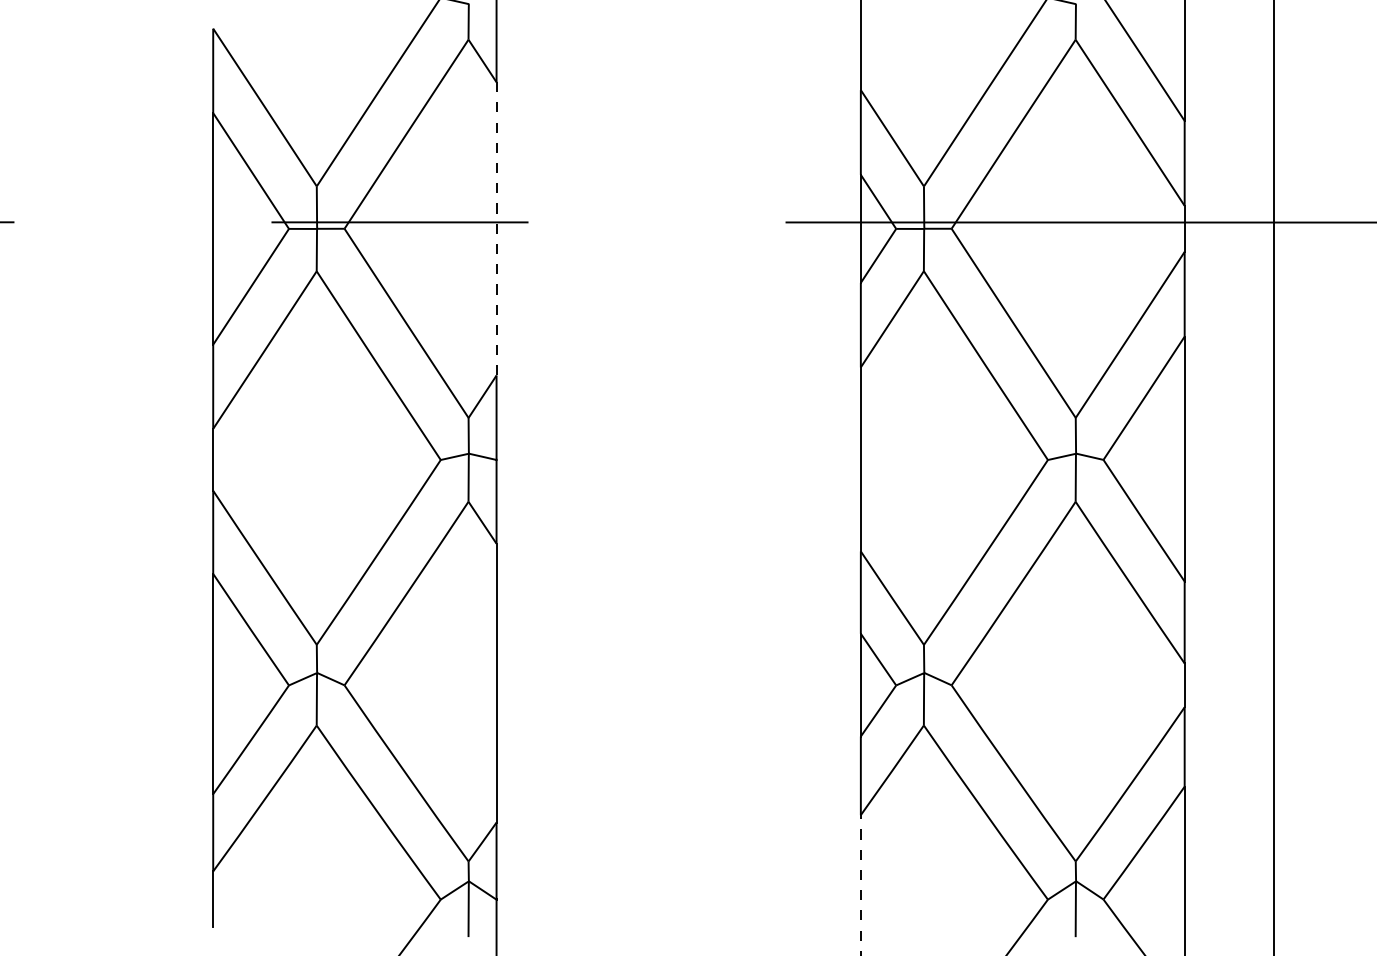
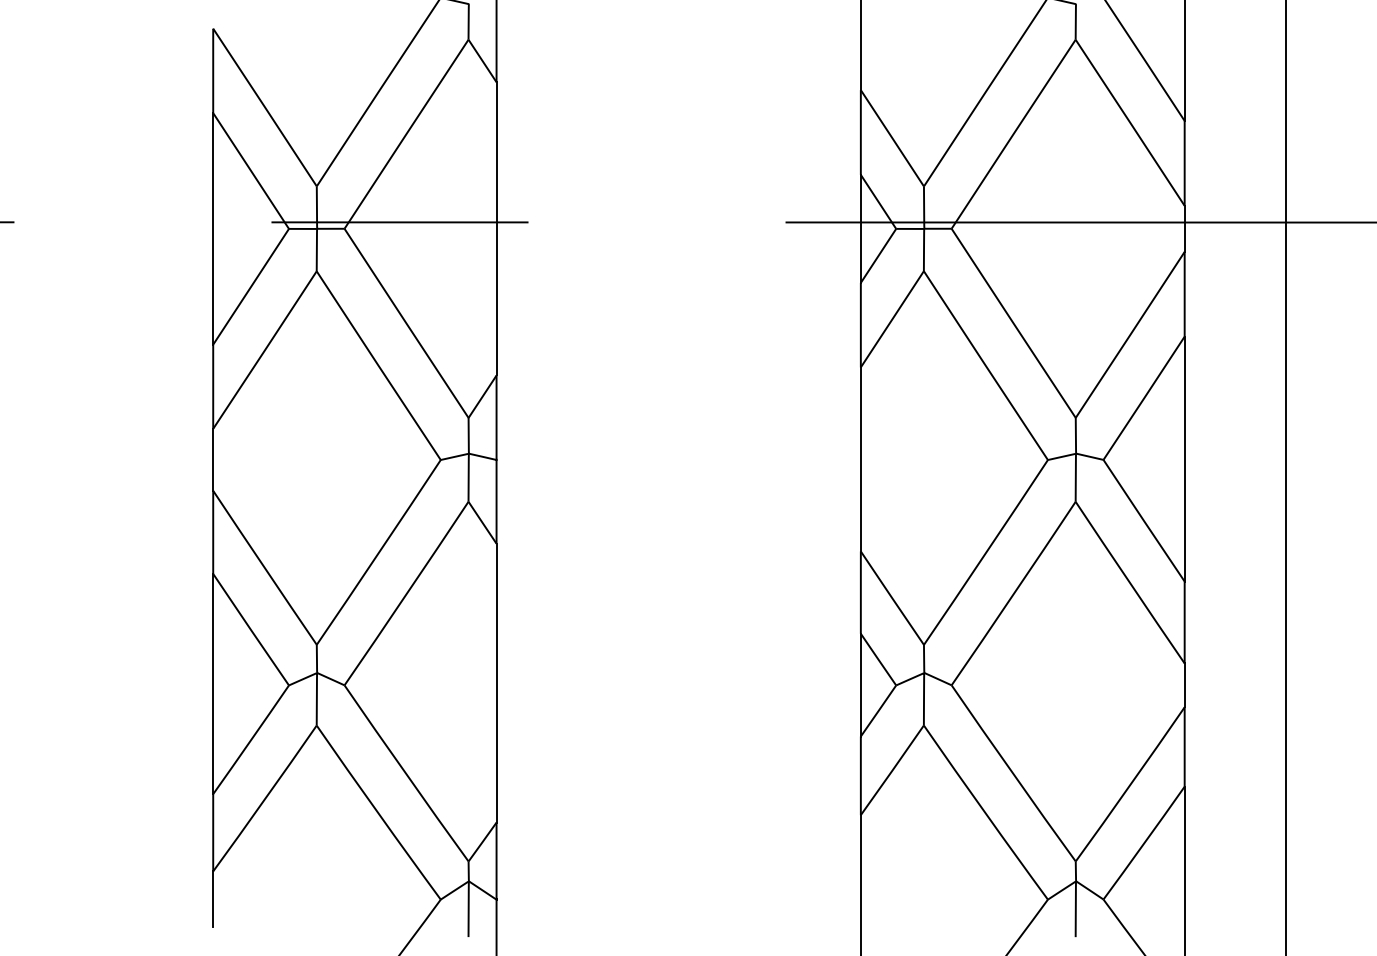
line at (496, 228): dashed -> solid
line at (1273, 477) position: (1273, 477) -> (1285, 477)
line at (860, 884): dashed -> solid
